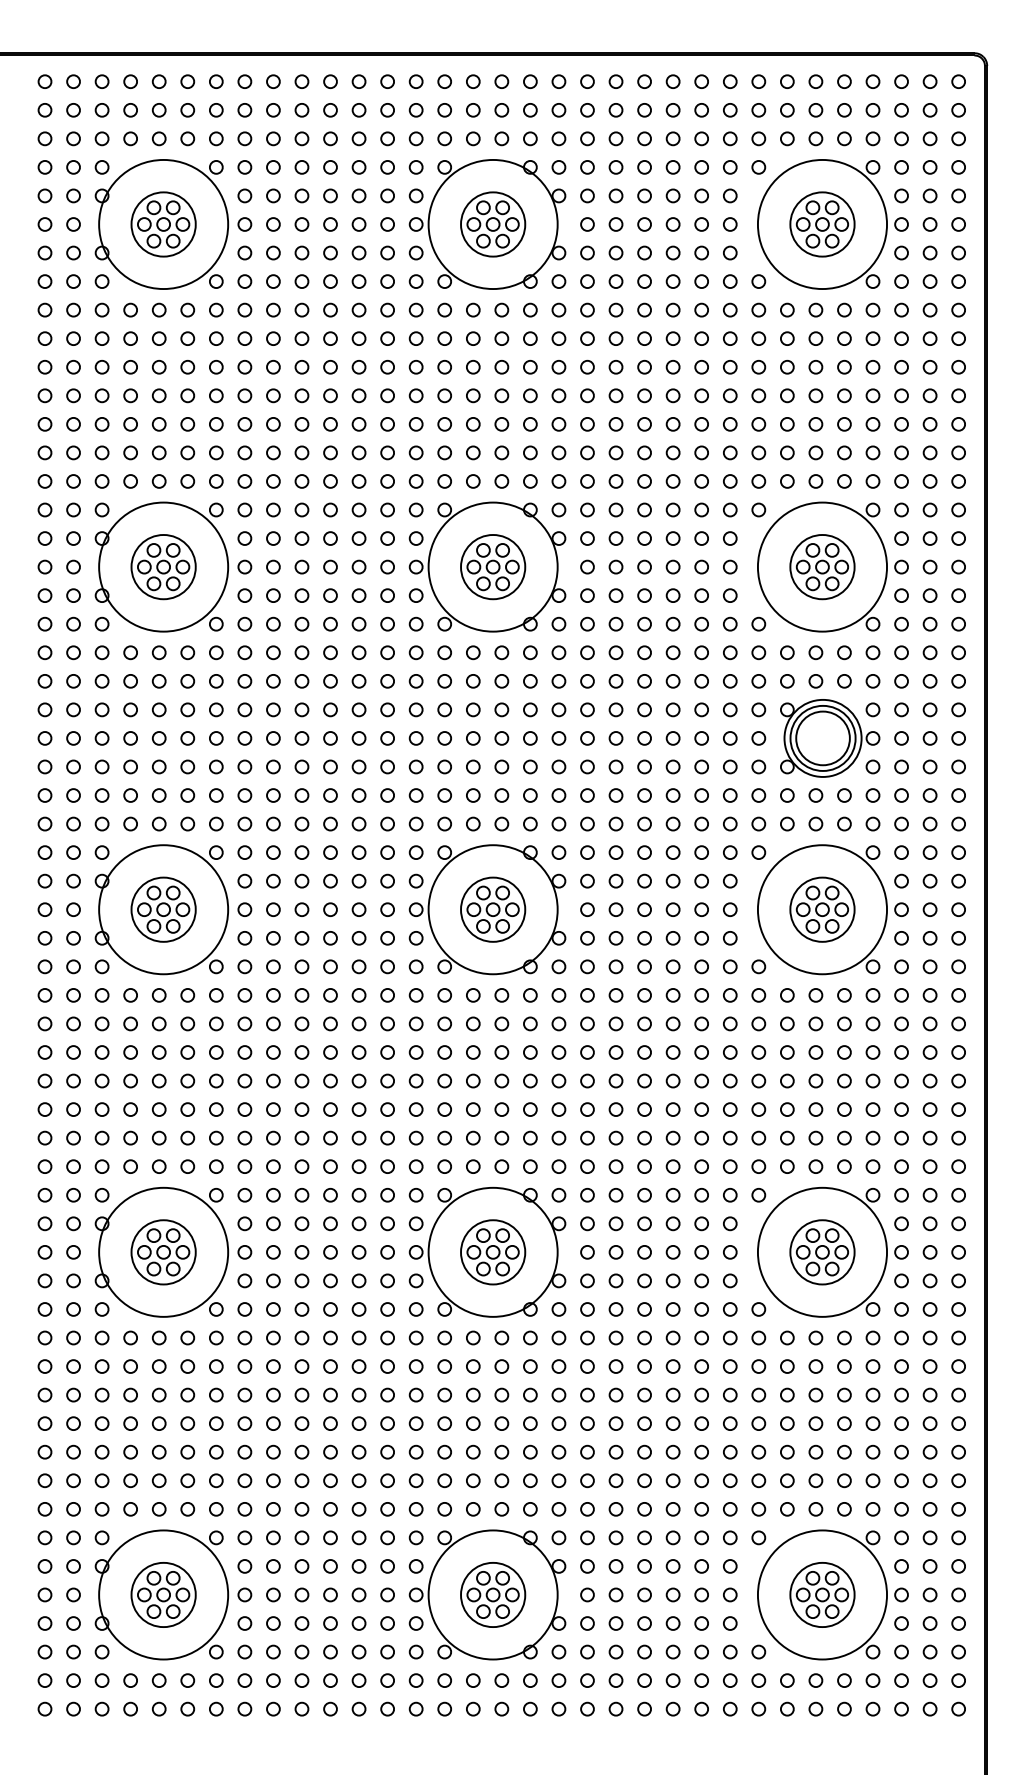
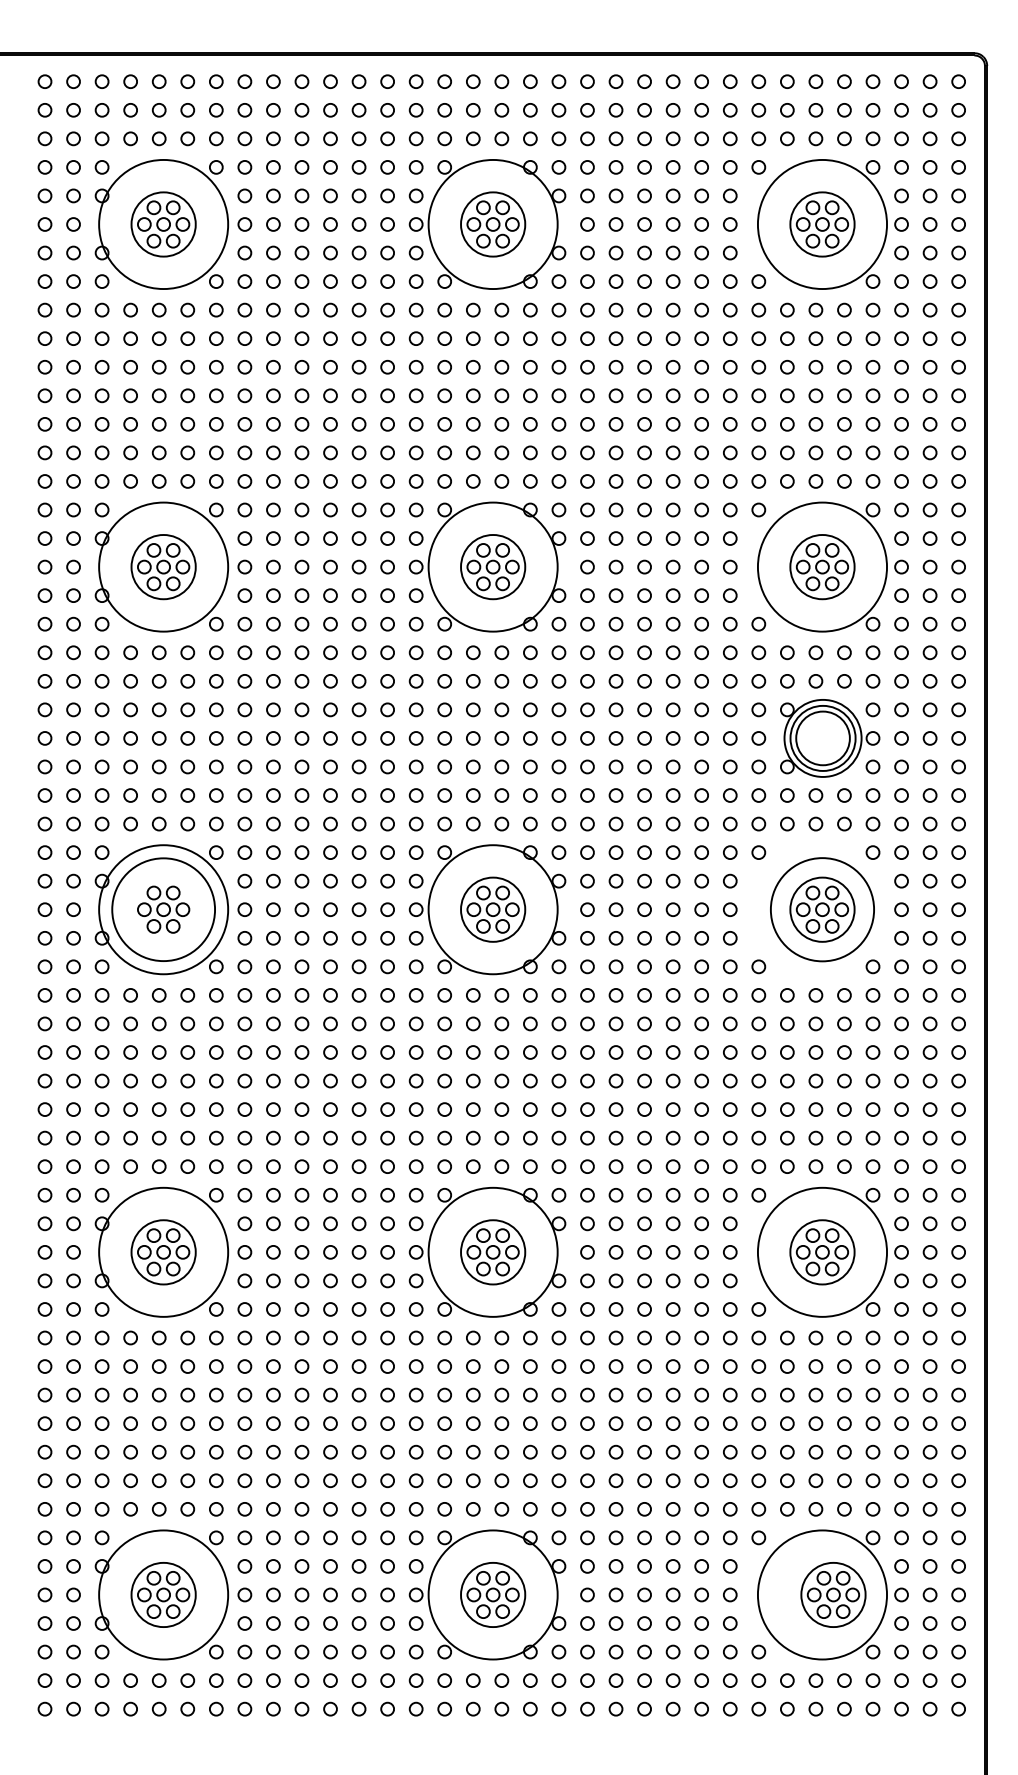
circle at (163, 909) diameter: 64 px -> 103 px
circle at (822, 909) diameter: 129 px -> 103 px
part at (822, 1594) position: (822, 1594) -> (833, 1594)
